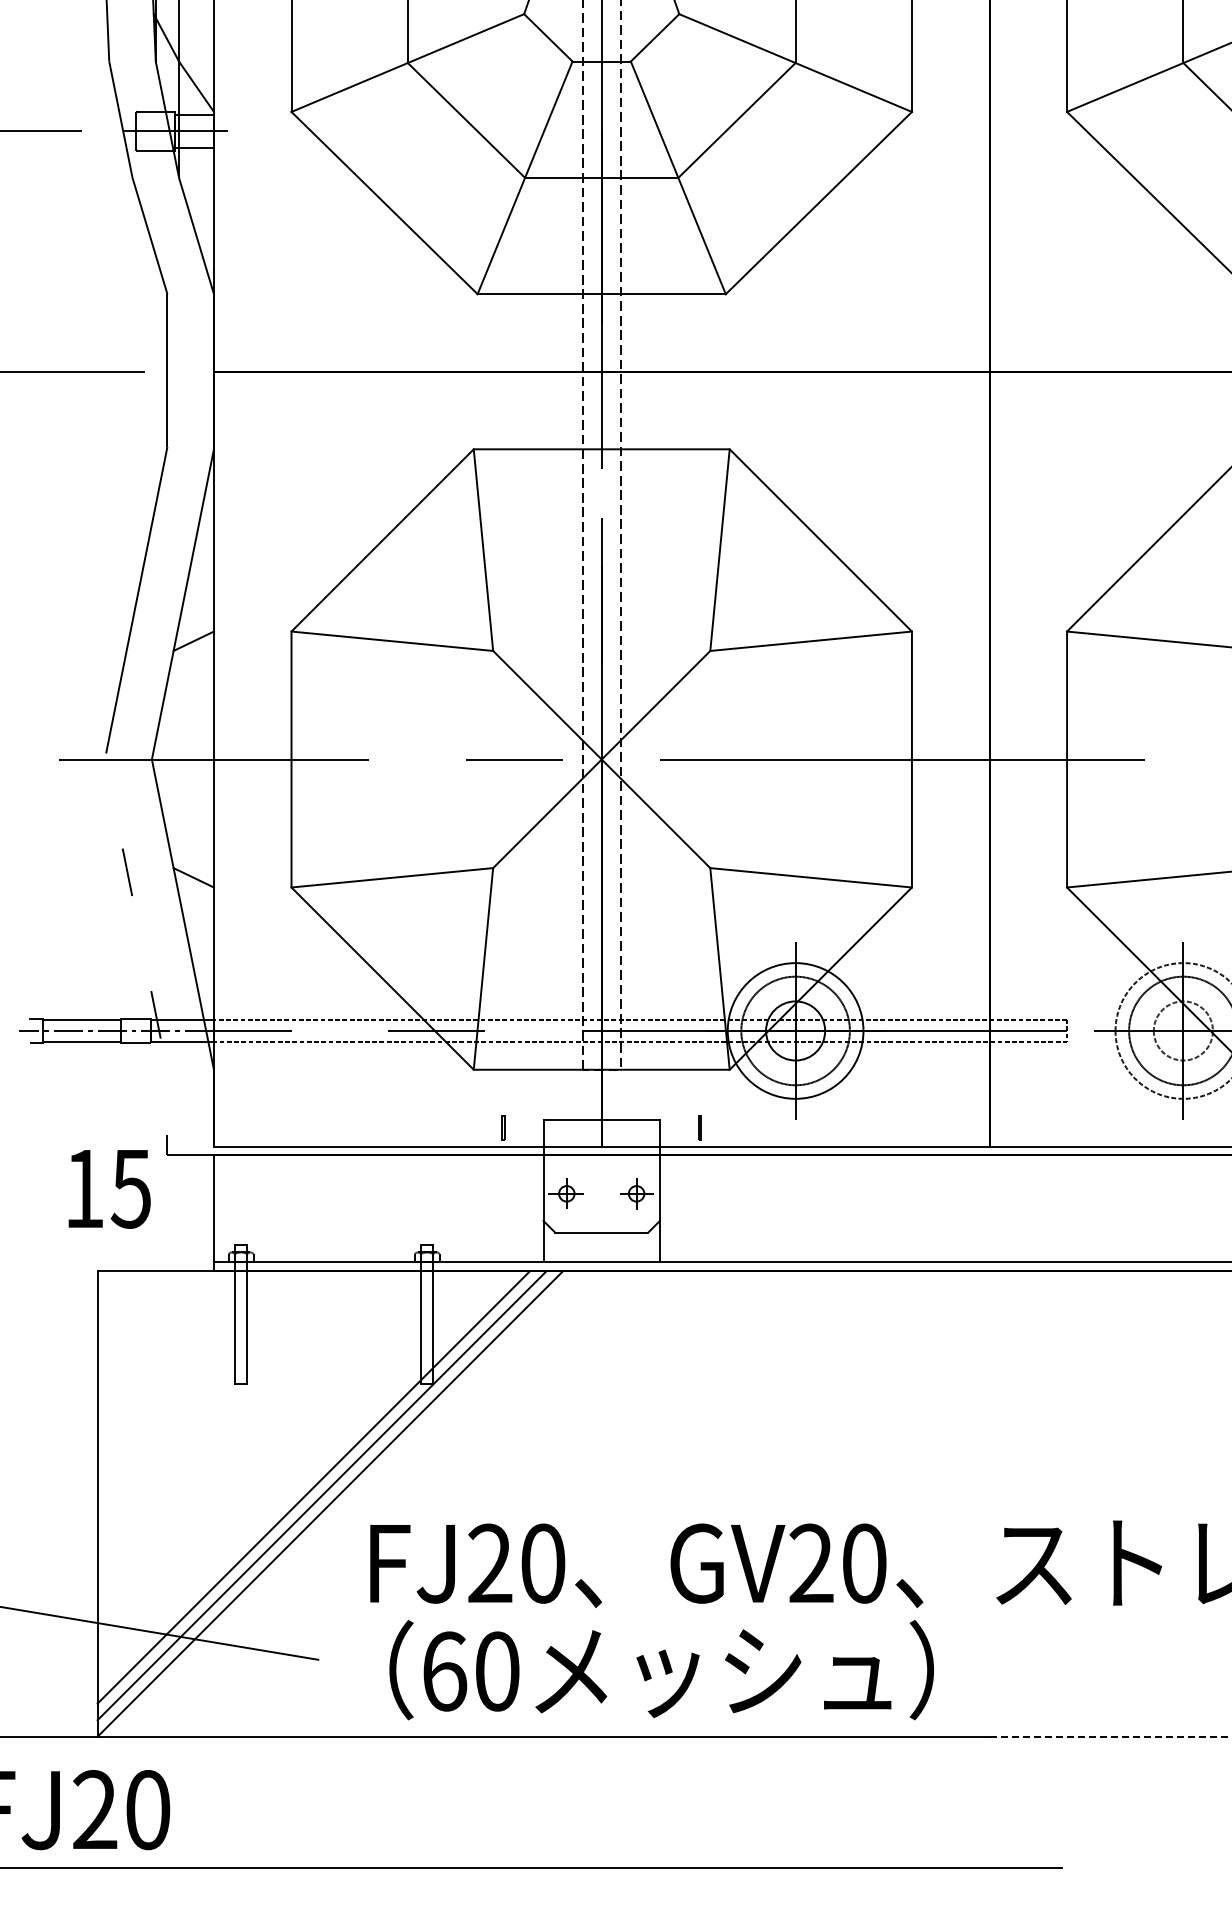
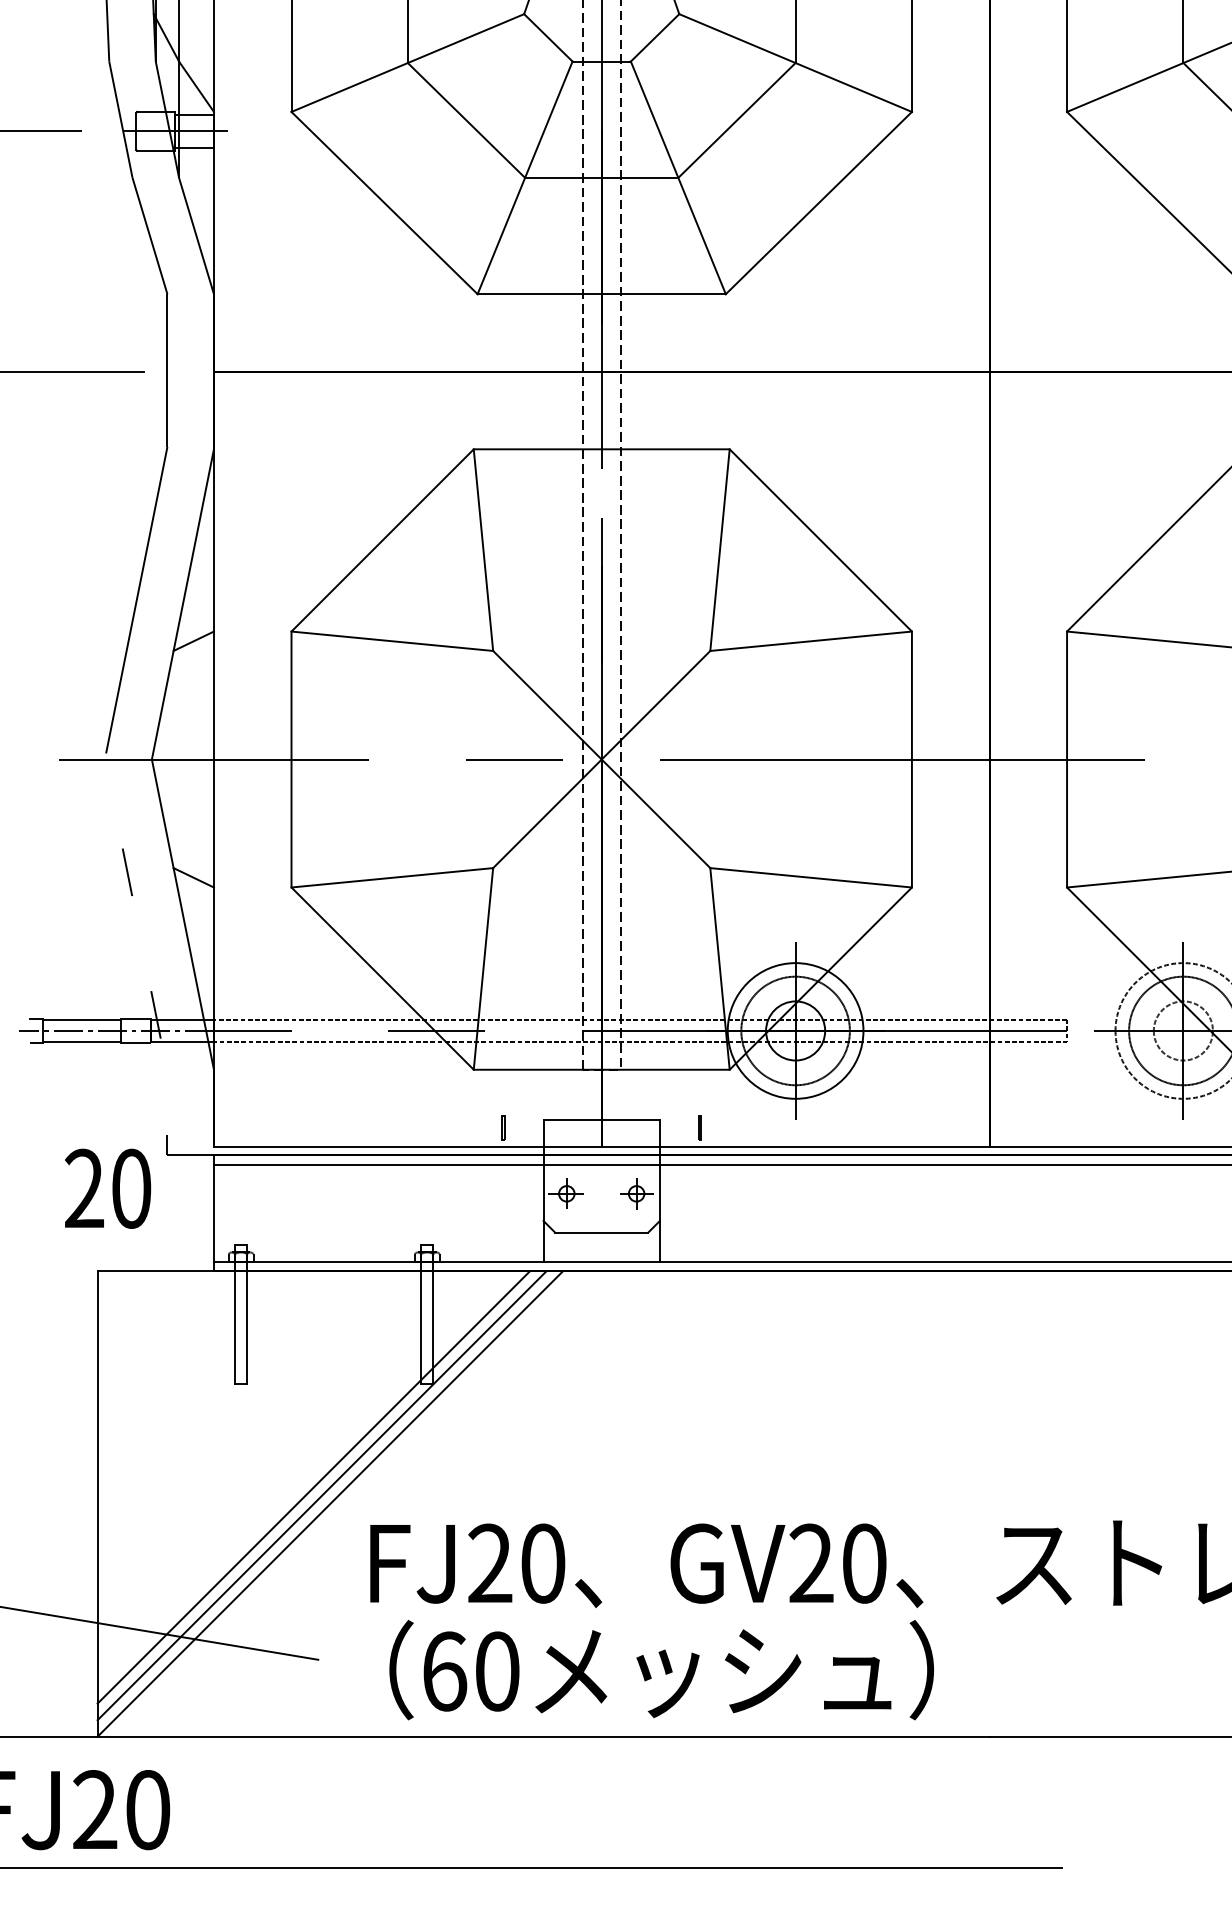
line at (720, 1164): none -> present
text at (108, 1188): 15 -> 20
line at (1110, 1736): dashed -> solid
